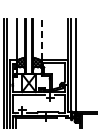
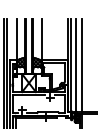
line at (41, 39): dashed -> solid
line at (81, 64): none -> present
